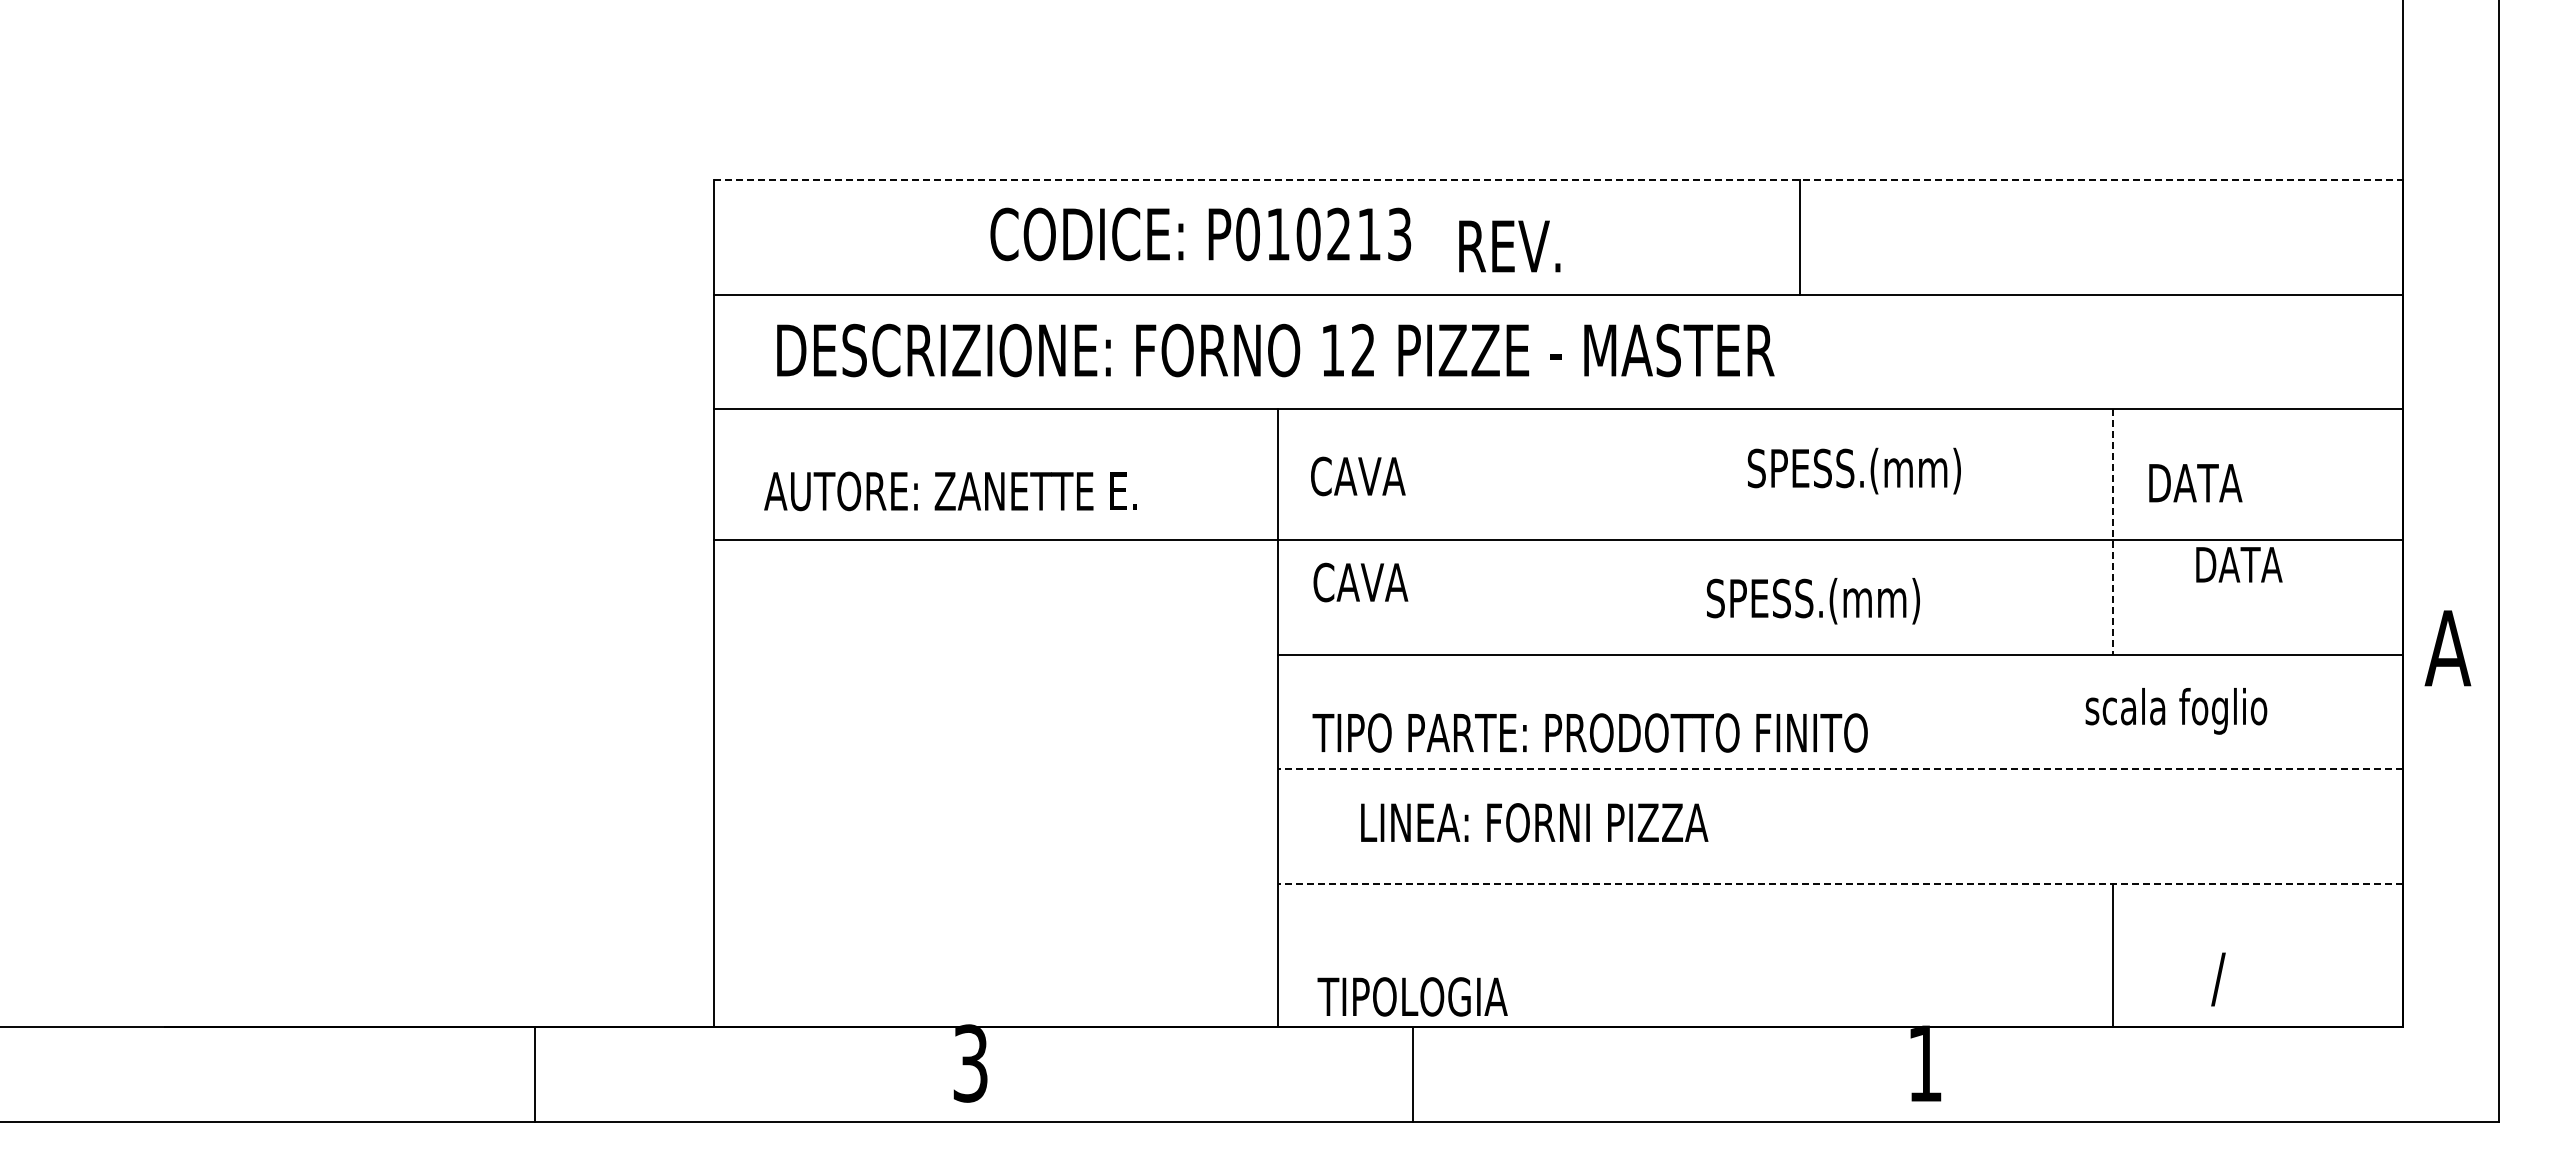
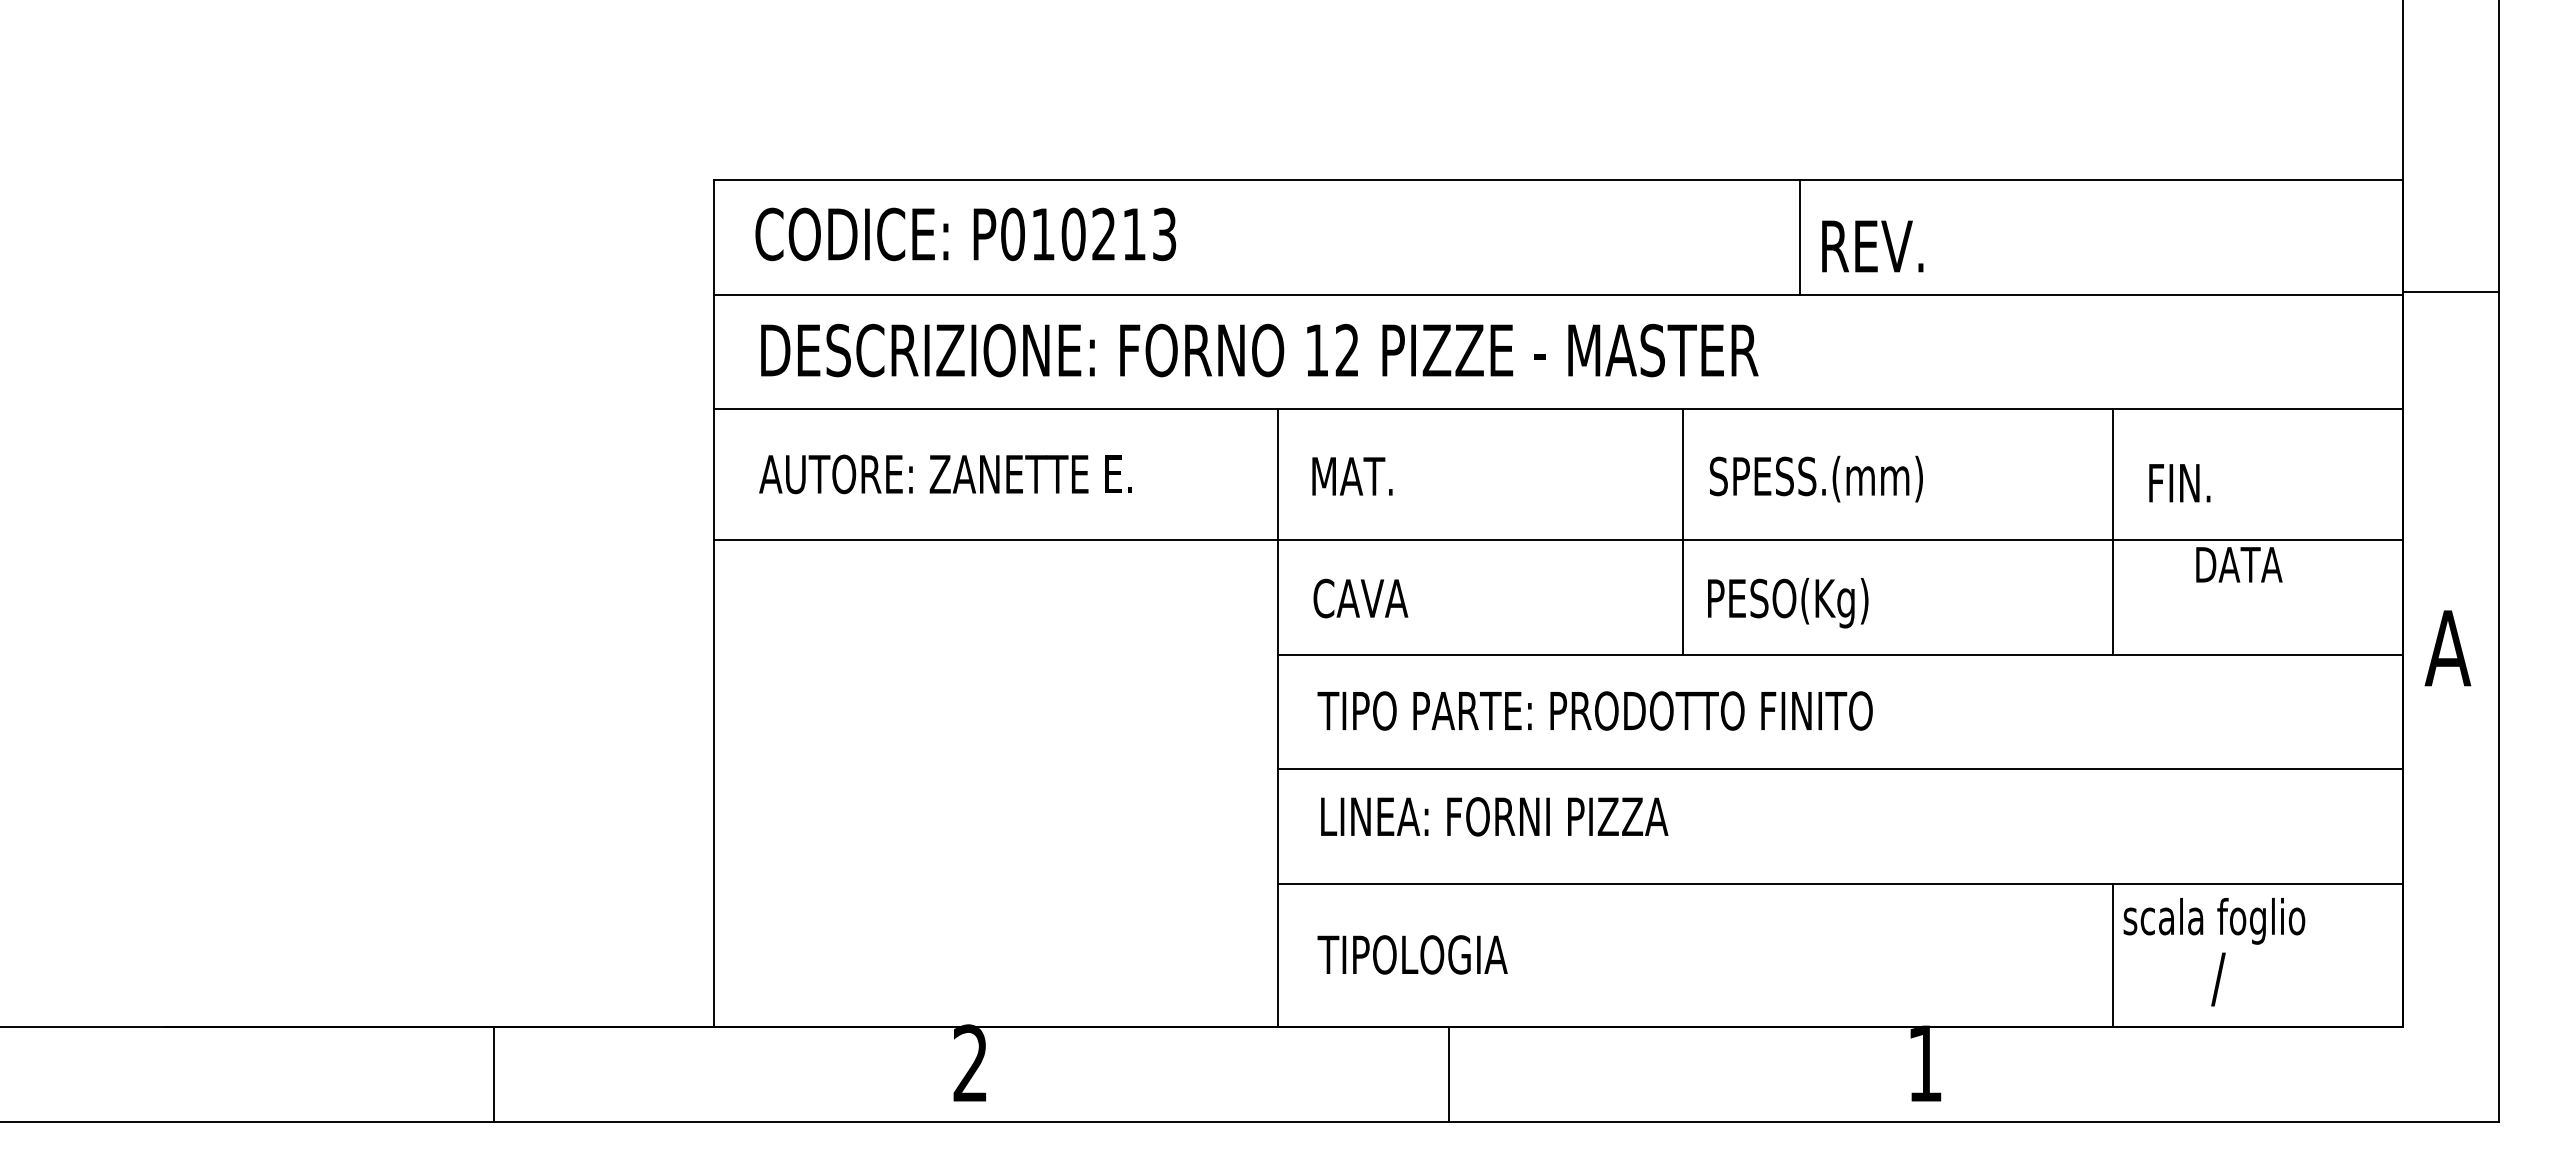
line at (1558, 180): dashed -> solid
text at (1200, 234) position: (1200, 234) -> (965, 234)
text at (1509, 246) position: (1509, 246) -> (1872, 246)
line at (2450, 291): none -> present
text at (1275, 350) position: (1275, 350) -> (1259, 350)
text at (1853, 470) position: (1853, 470) -> (1815, 478)
text at (1358, 476): CAVA -> MAT.
text at (2197, 483): DATA -> FIN.
text at (950, 491) position: (950, 491) -> (945, 474)
line at (1682, 531): none -> present
line at (2112, 532): dashed -> solid
text at (1360, 582) position: (1360, 582) -> (1360, 598)
text at (1812, 603): SPESS.(mm) -> PESO(Kg)
text at (2176, 711) position: (2176, 711) -> (2214, 921)
text at (1589, 732) position: (1589, 732) -> (1594, 710)
line at (1840, 769): dashed -> solid
text at (1534, 822) position: (1534, 822) -> (1494, 816)
line at (1840, 883): dashed -> solid
text at (1412, 996) position: (1412, 996) -> (1412, 954)
text at (970, 1063): 3 -> 2
line at (535, 1074) position: (535, 1074) -> (494, 1074)
line at (1412, 1074) position: (1412, 1074) -> (1448, 1074)
